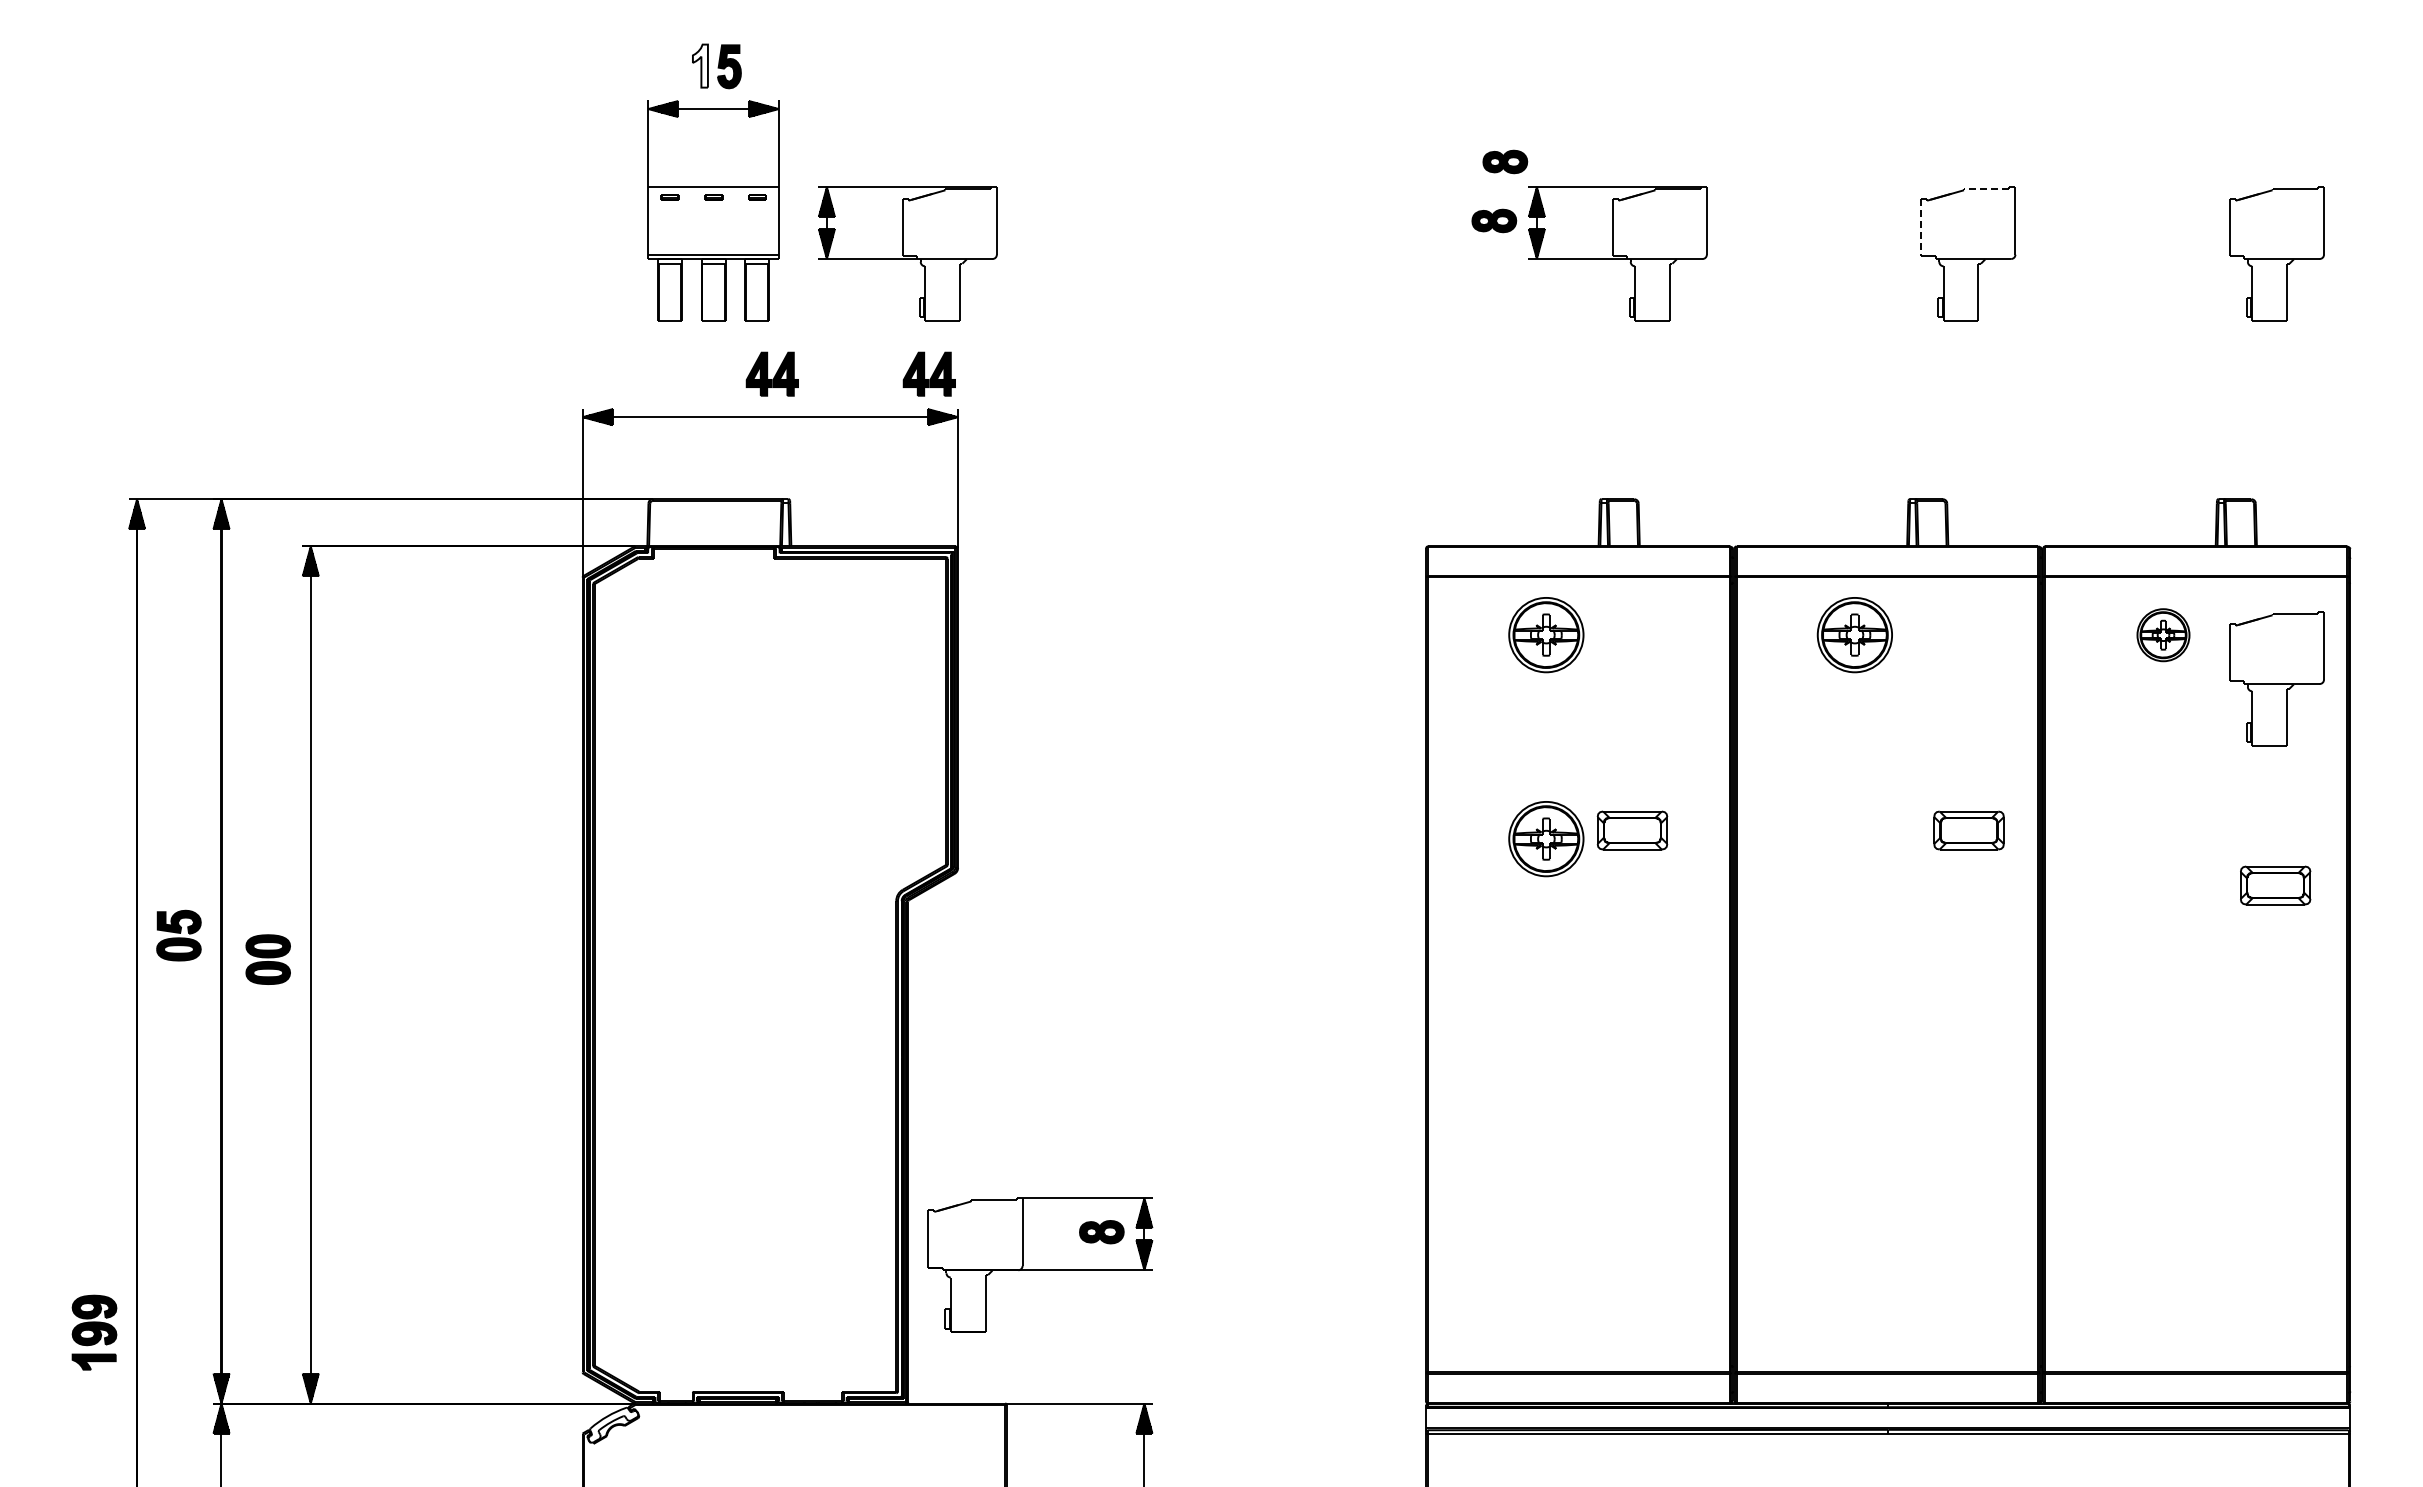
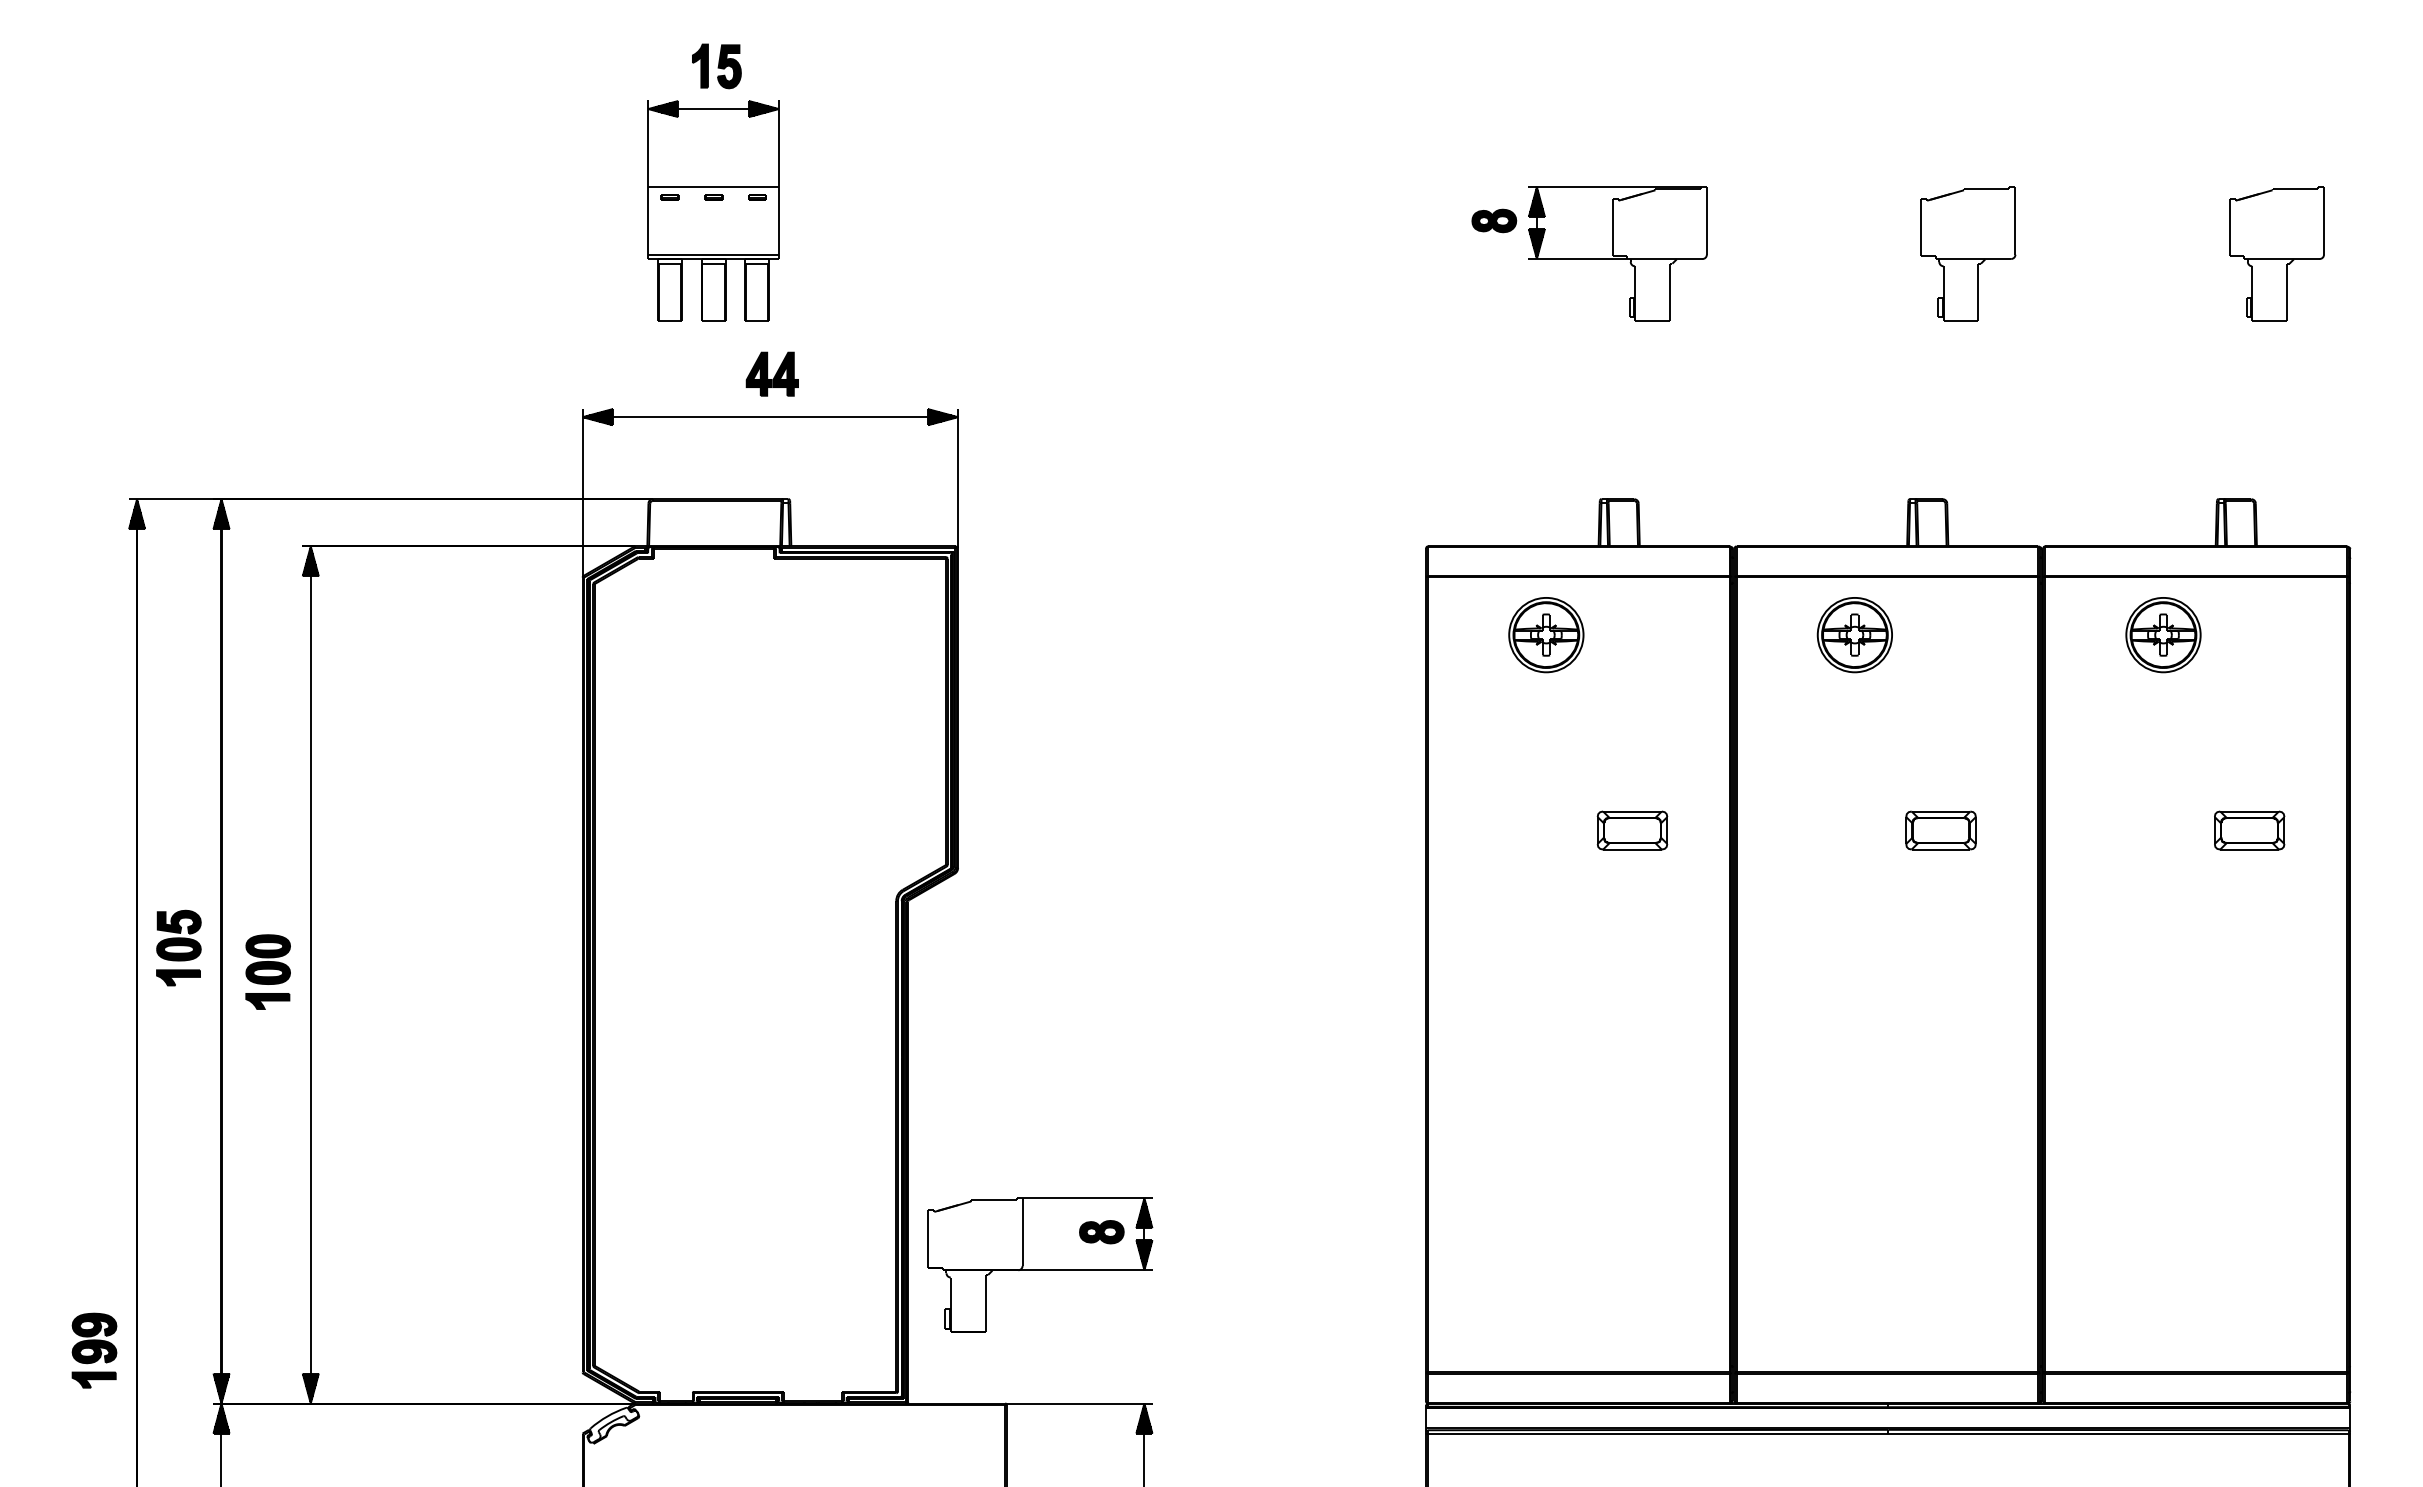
fill at (699, 65): none -> present
part at (1505, 161): present -> none
line at (1986, 188): dashed -> solid
line at (1921, 227): dashed -> solid
part at (907, 253): present -> none
part at (928, 373): present -> none
part at (2163, 635) size: 55x55 px -> 77x77 px
part at (2276, 678): present -> none
part at (1968, 830) position: (1968, 830) -> (1940, 830)
part at (1546, 839): present -> none
part at (2275, 885) position: (2275, 885) -> (2249, 830)
part at (178, 977): none -> present
part at (267, 1001): none -> present
part at (94, 1332) position: (94, 1332) -> (94, 1350)
